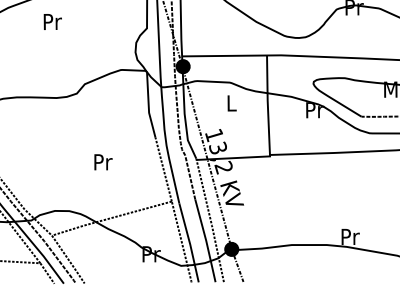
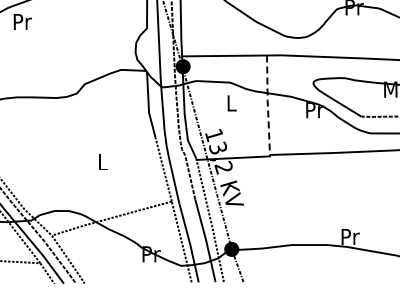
text at (52, 21) position: (52, 21) -> (22, 21)
line at (267, 104): solid -> dashed
text at (103, 162): Pr -> L
